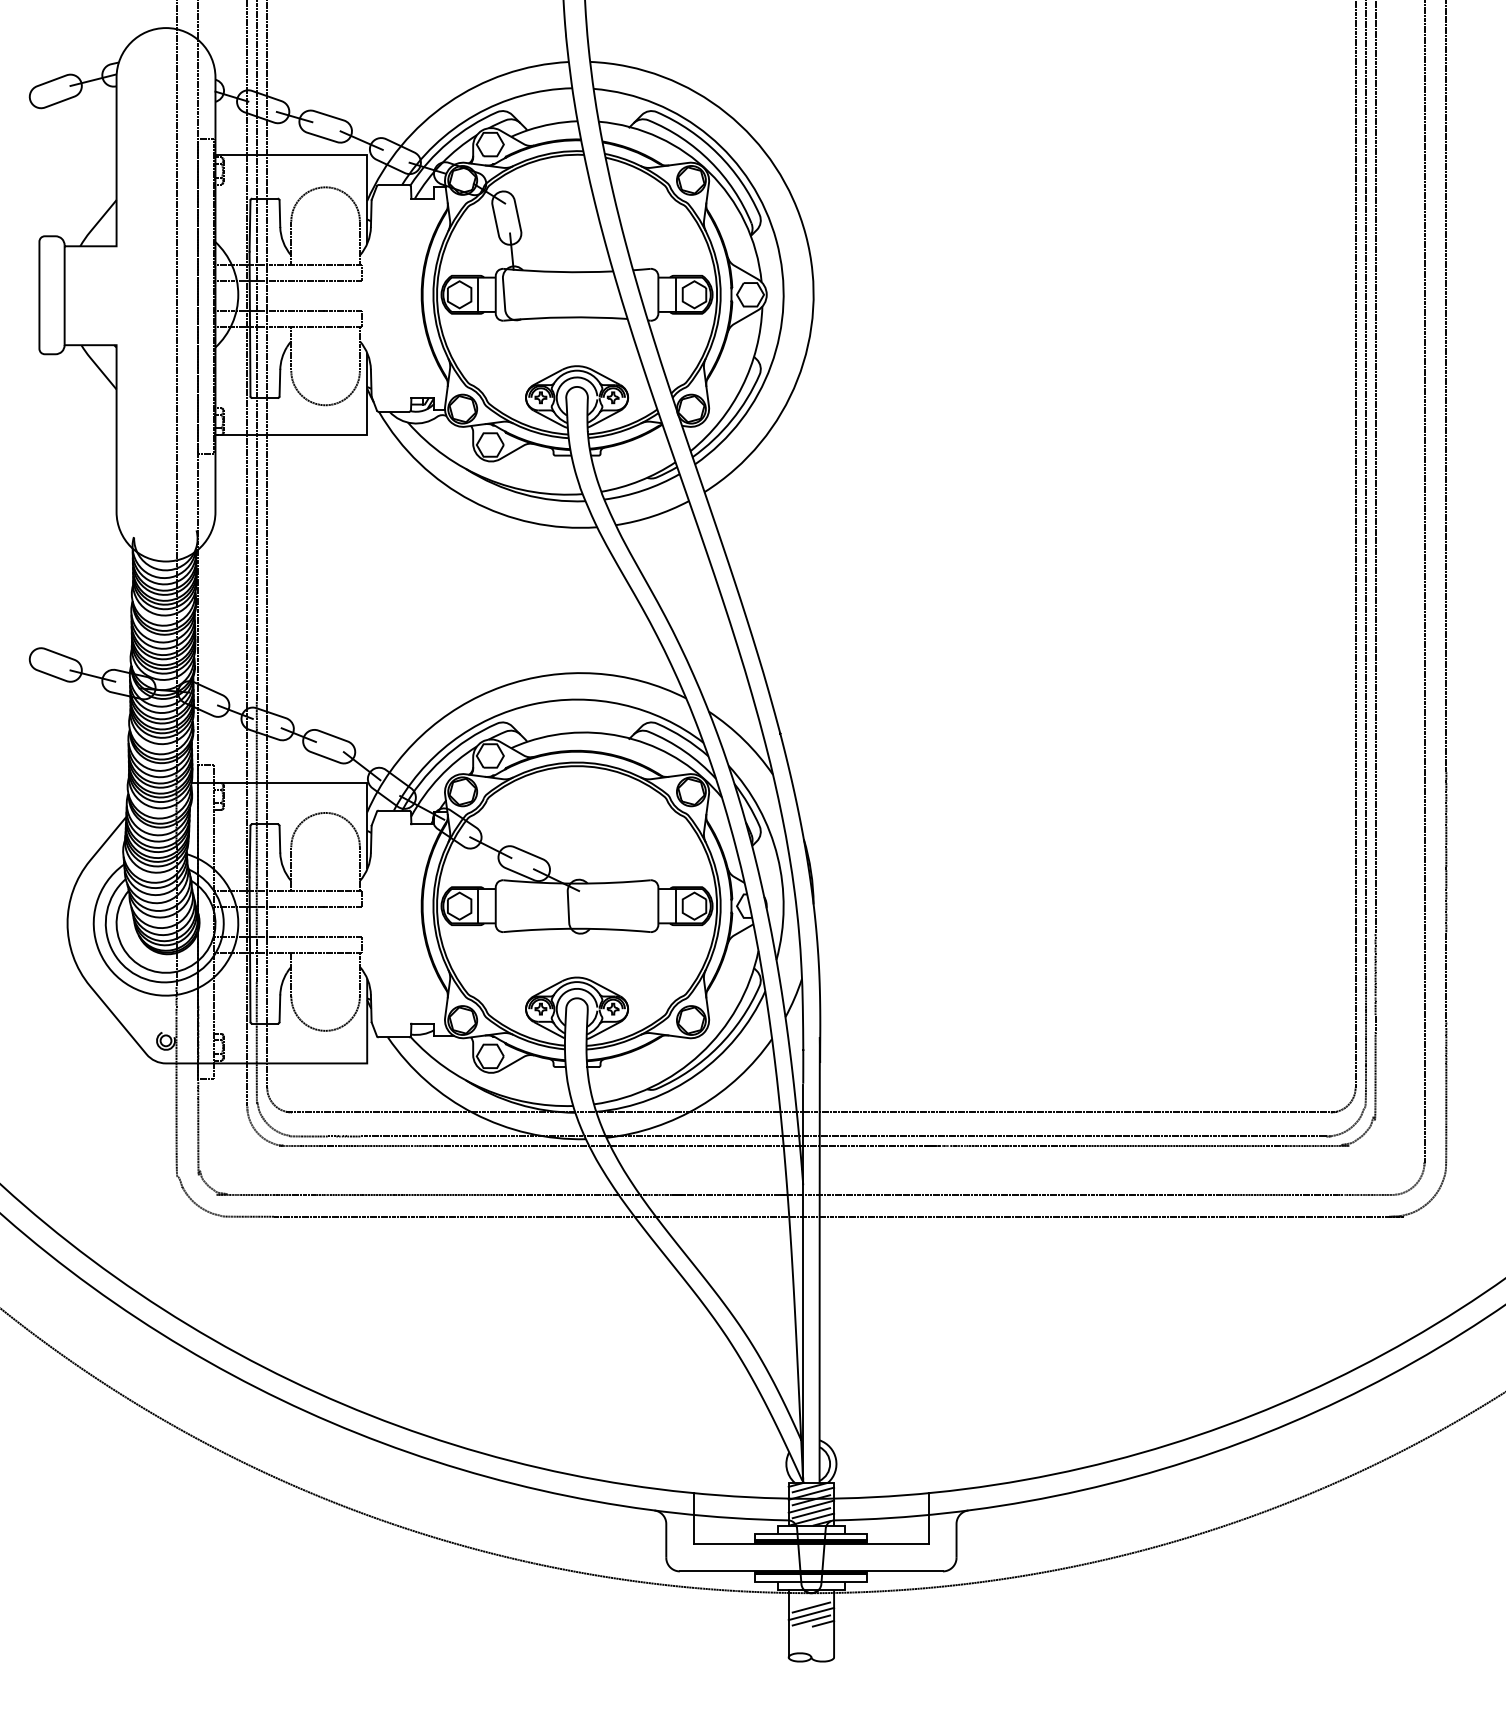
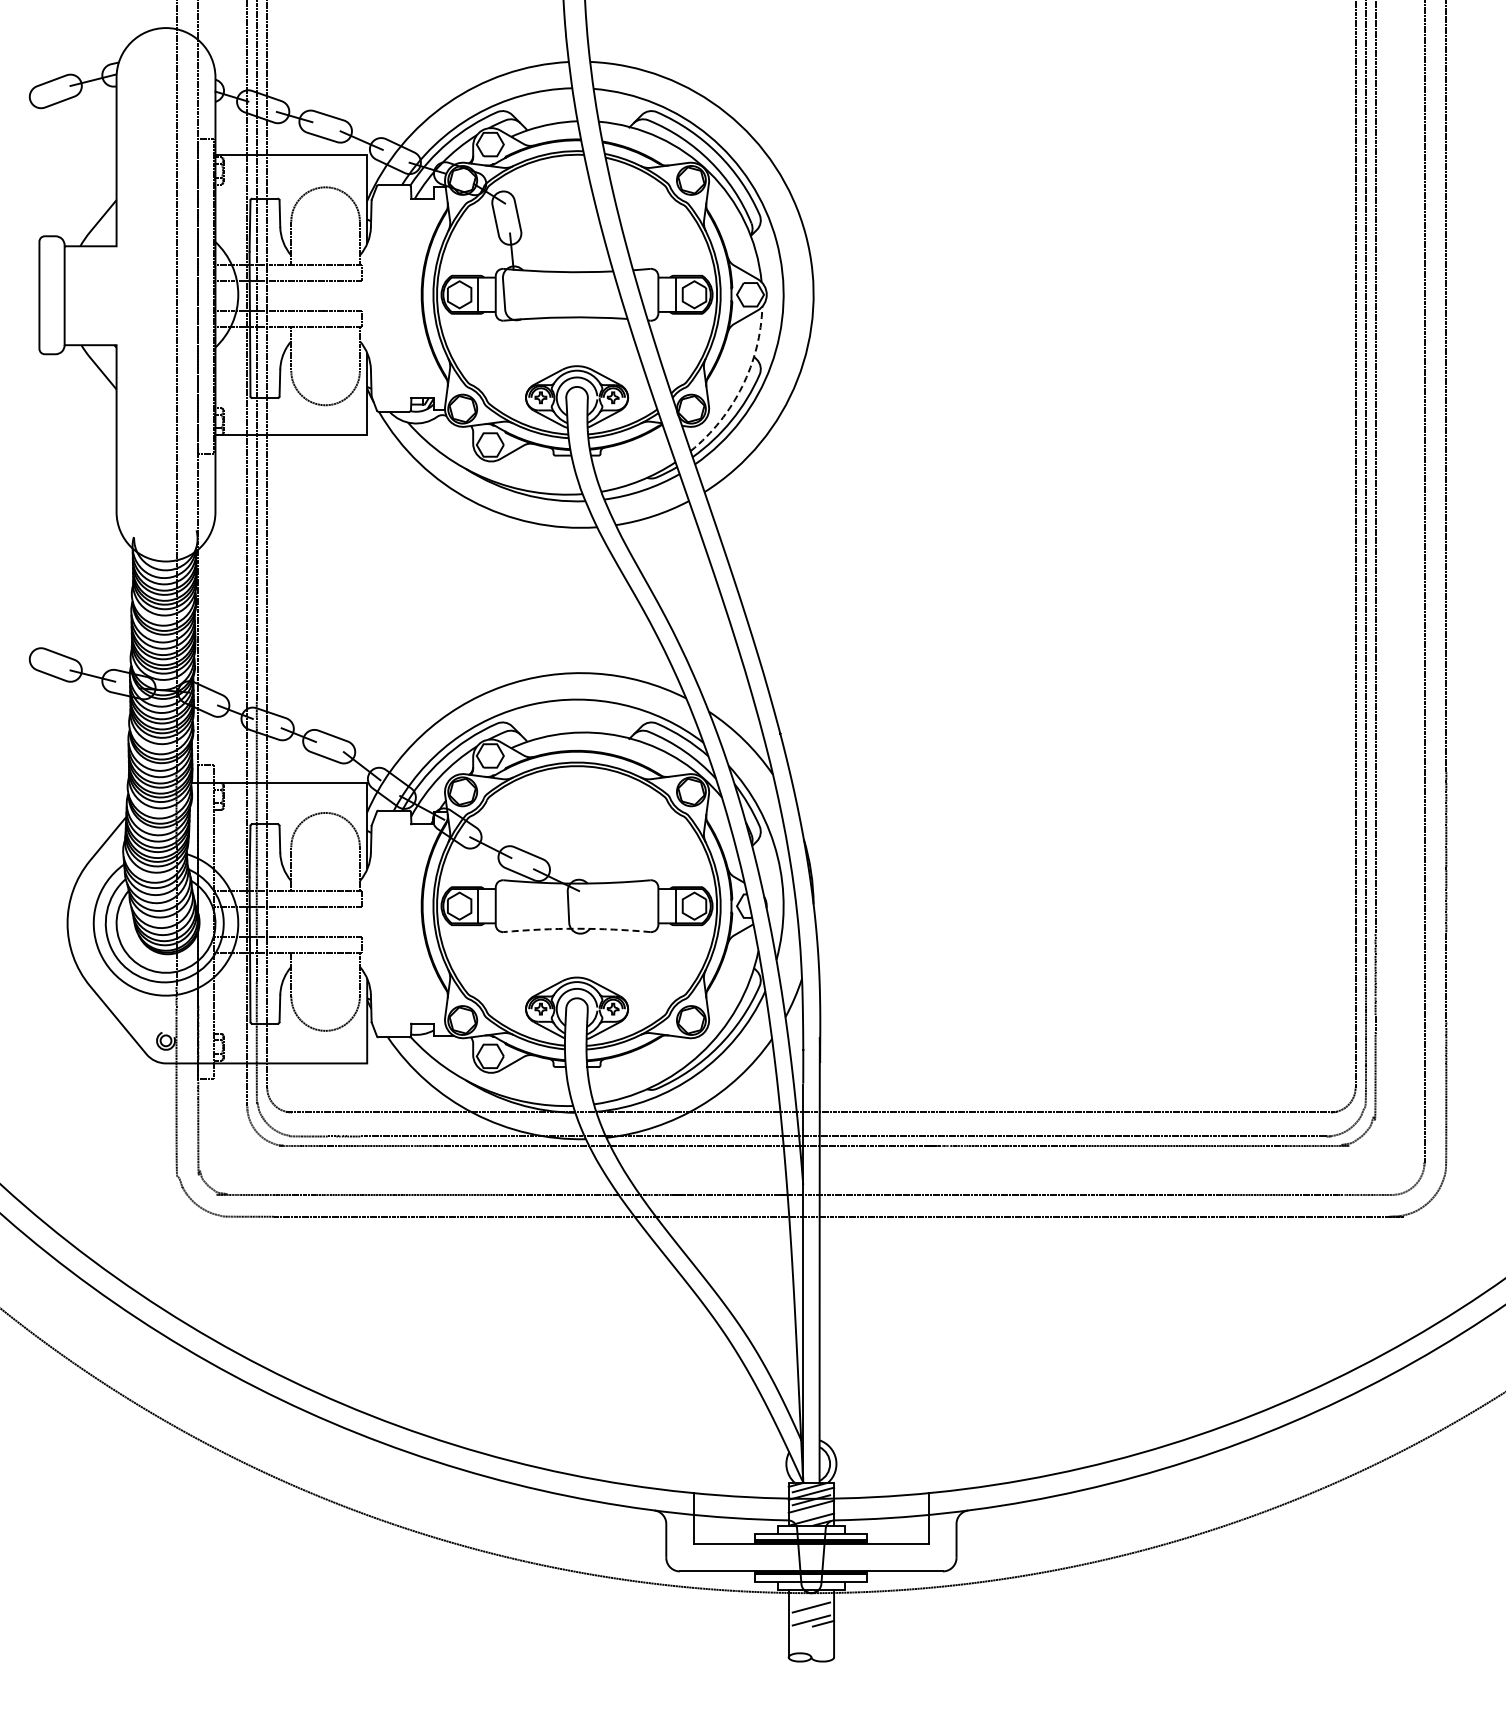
arc at (742, 386): solid -> dashed
line at (577, 928): solid -> dashed
line at (811, 1513): present -> none
line at (811, 1613): present -> none
